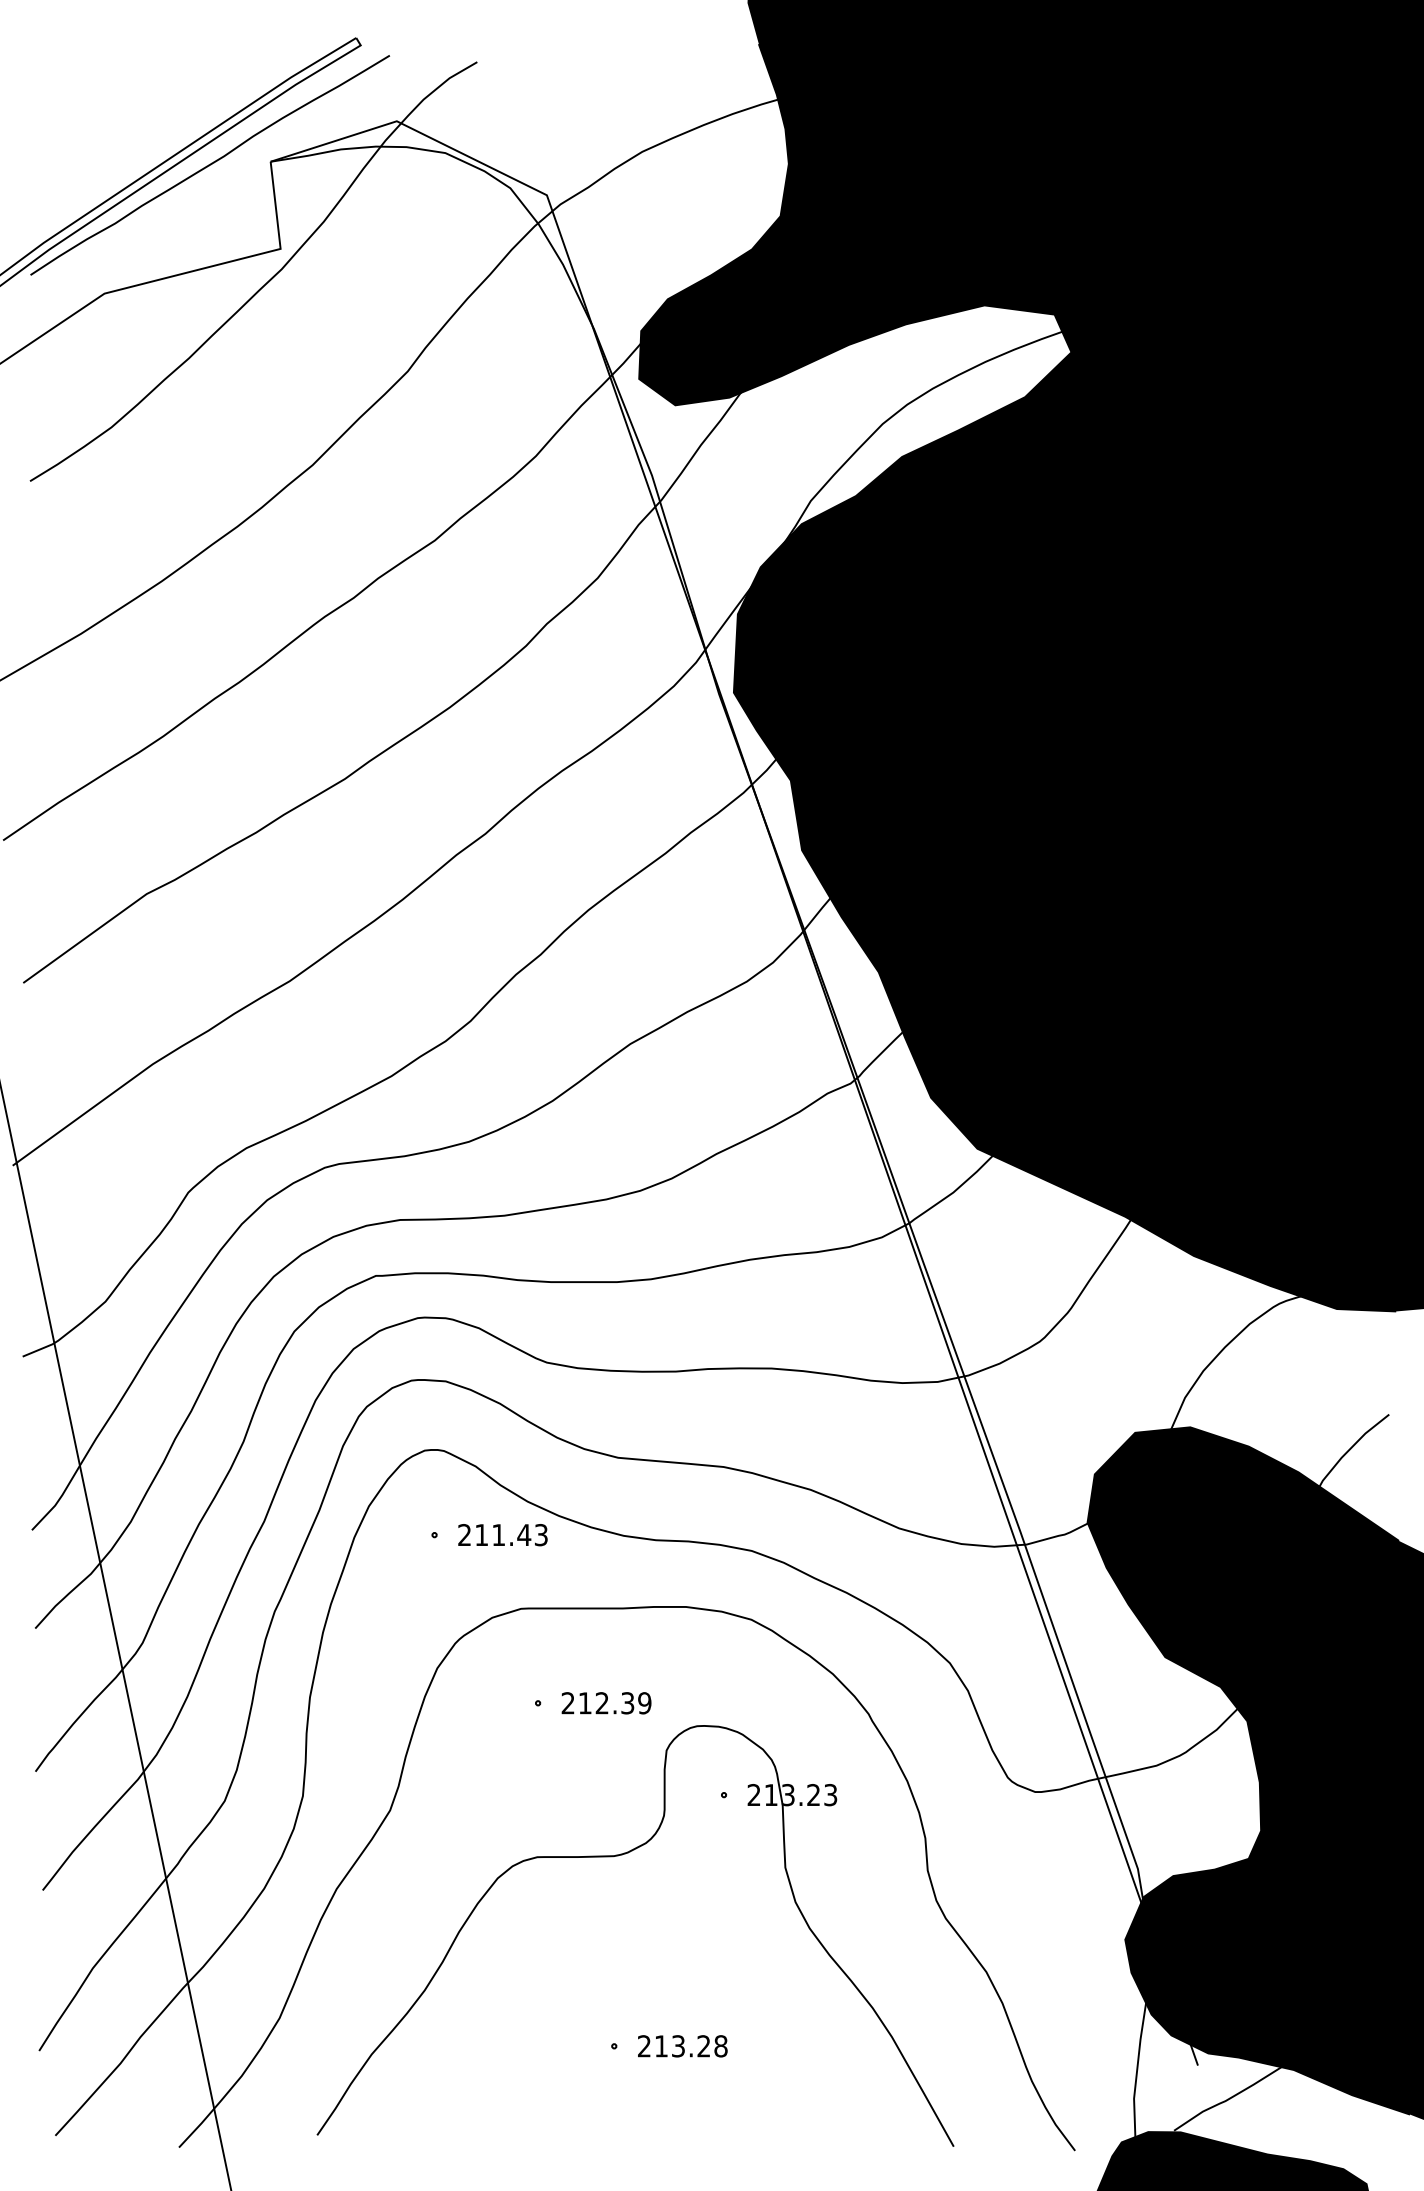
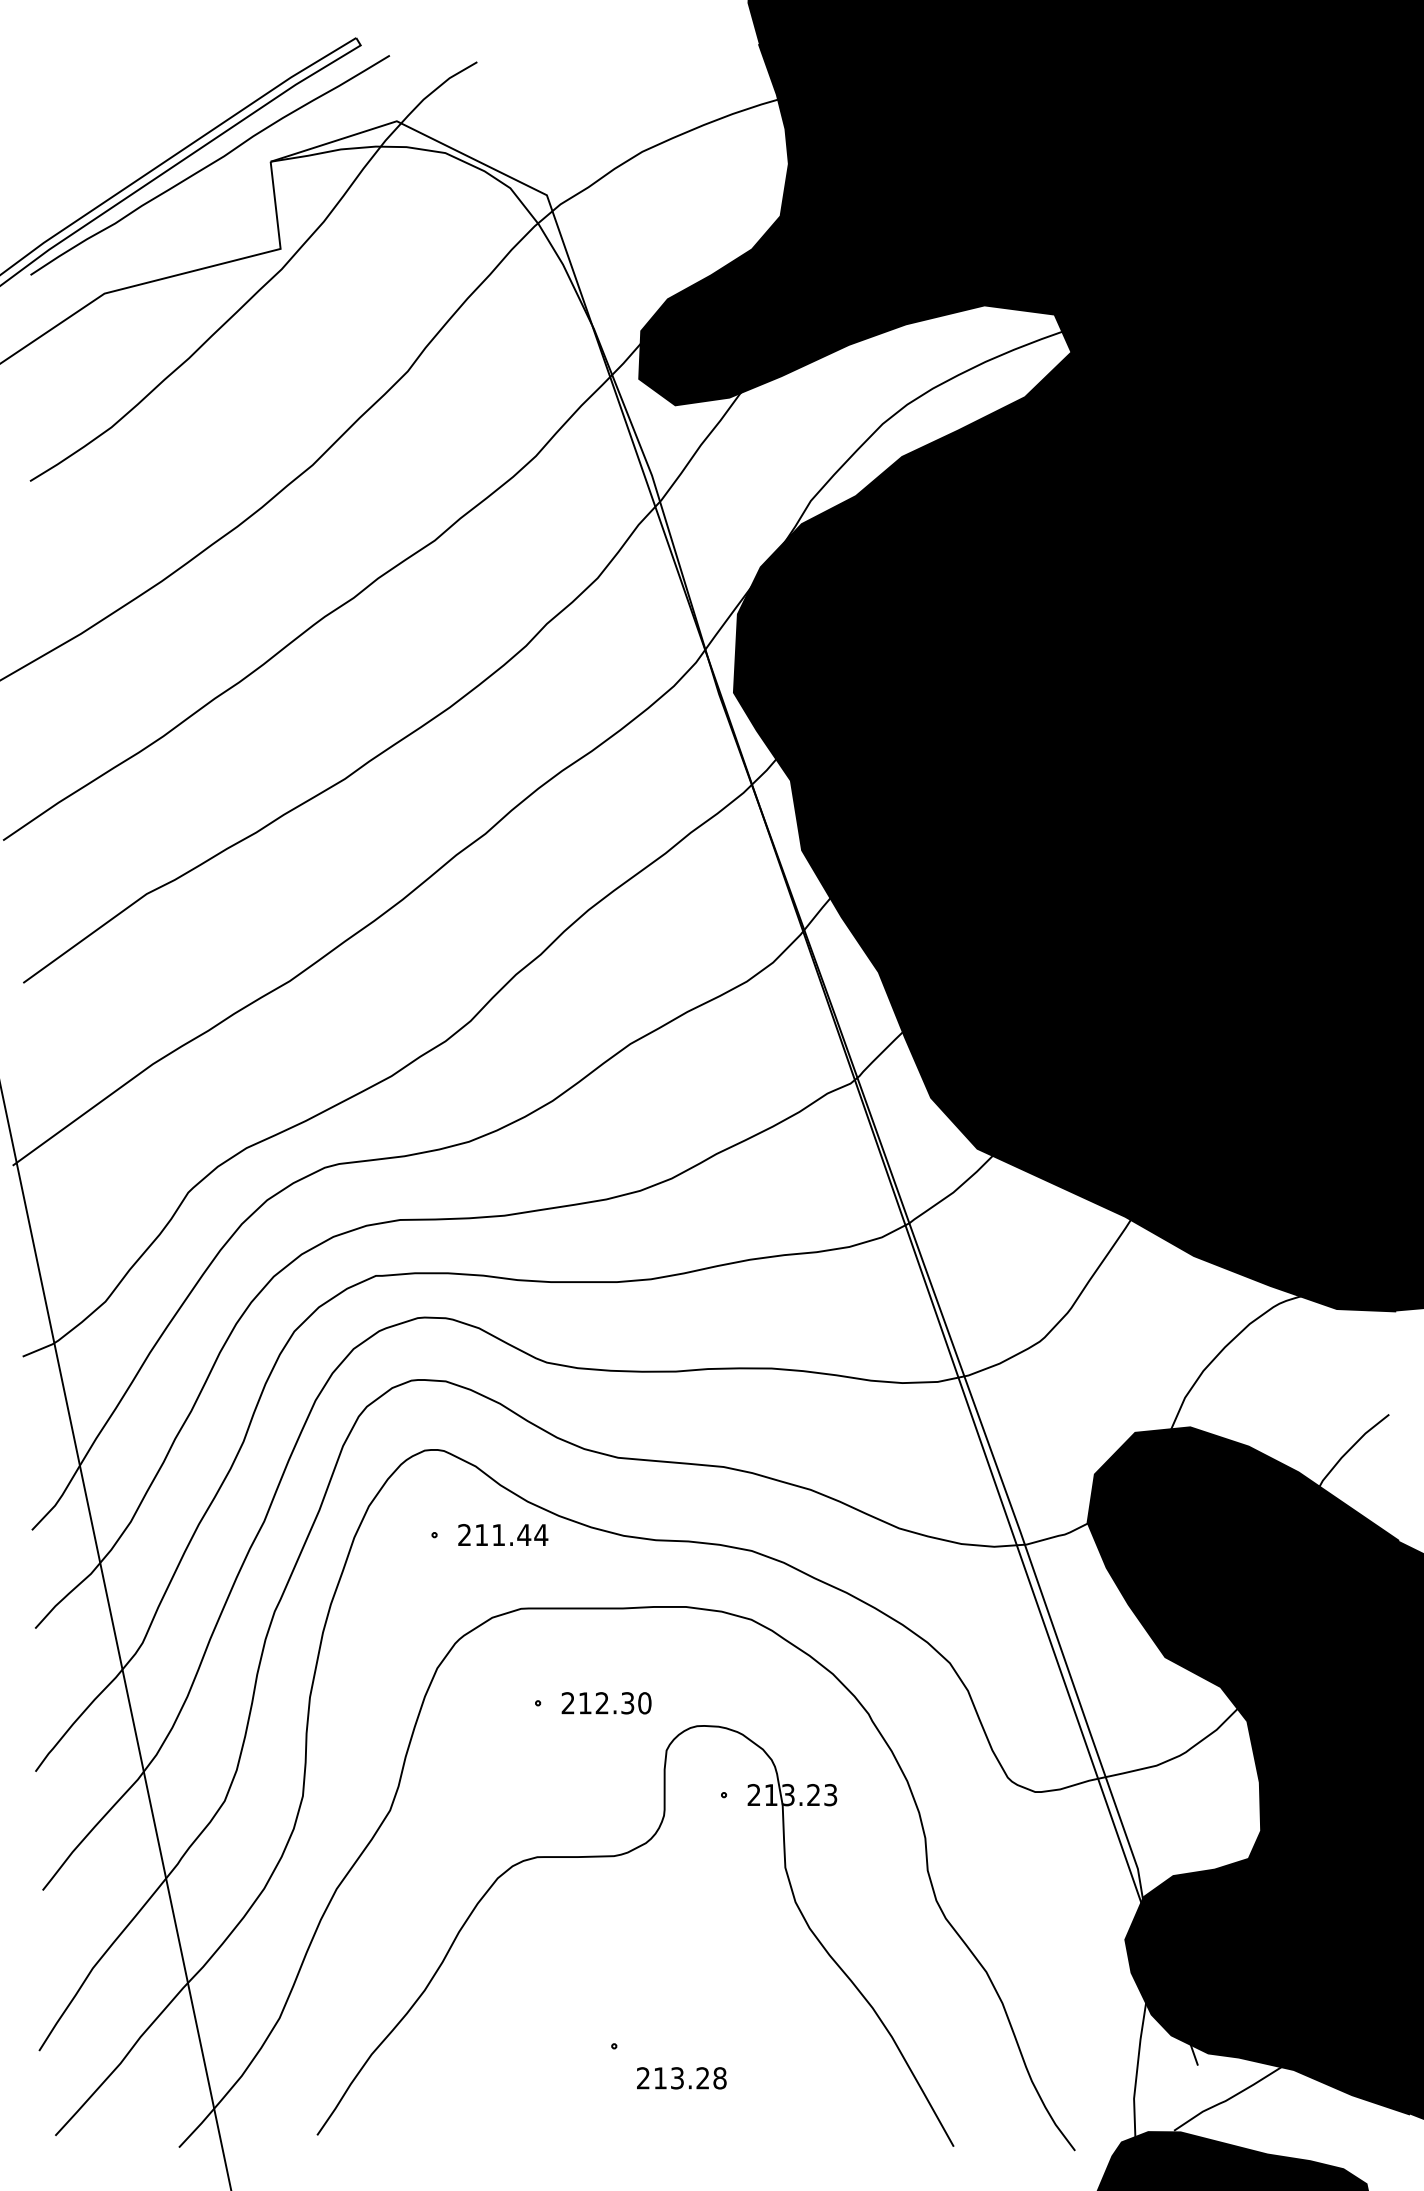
text at (541, 1535): 211.43 -> 211.44
text at (644, 1703): 212.39 -> 212.30
text at (682, 2046) position: (682, 2046) -> (681, 2078)
